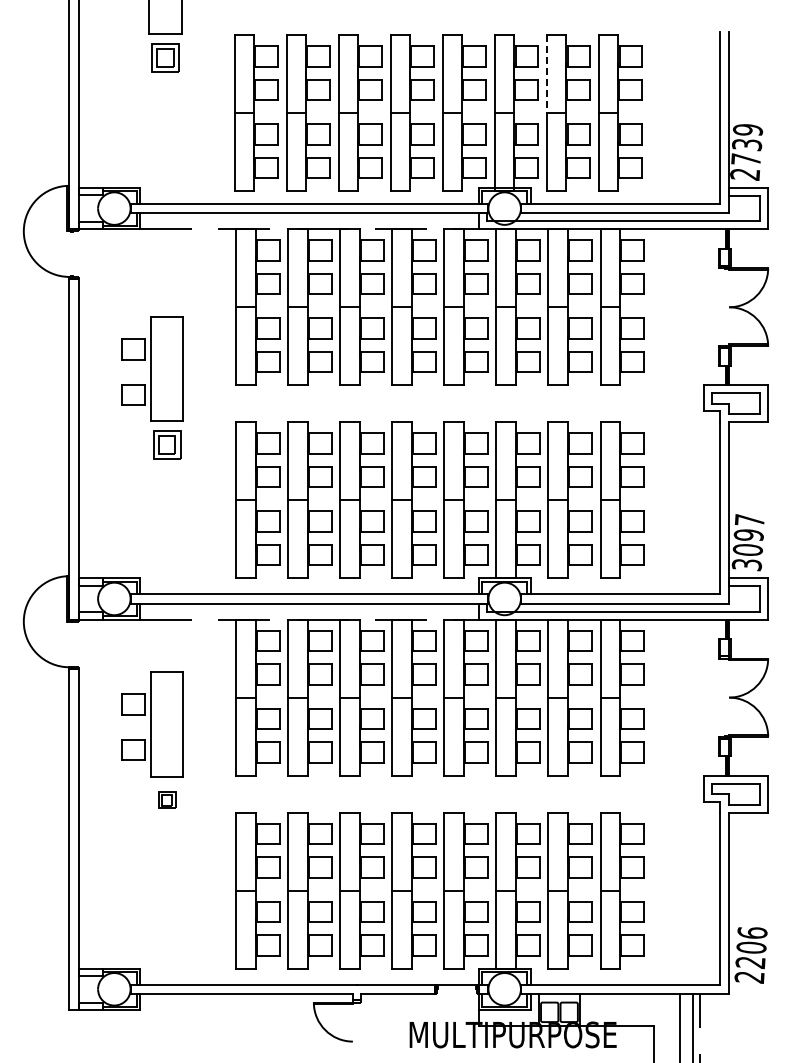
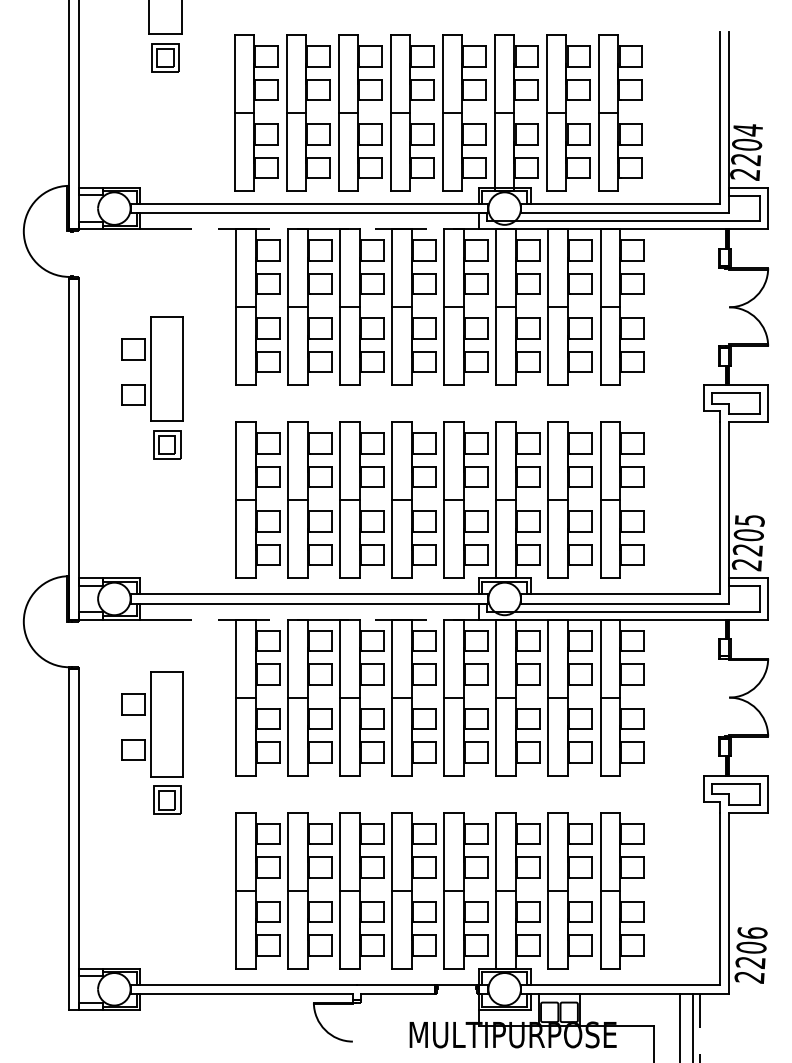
line at (546, 74): dashed -> solid
text at (747, 145): 2739 -> 2204
text at (748, 542): 3097 -> 2205
part at (167, 799) size: 19x18 px -> 29x30 px
